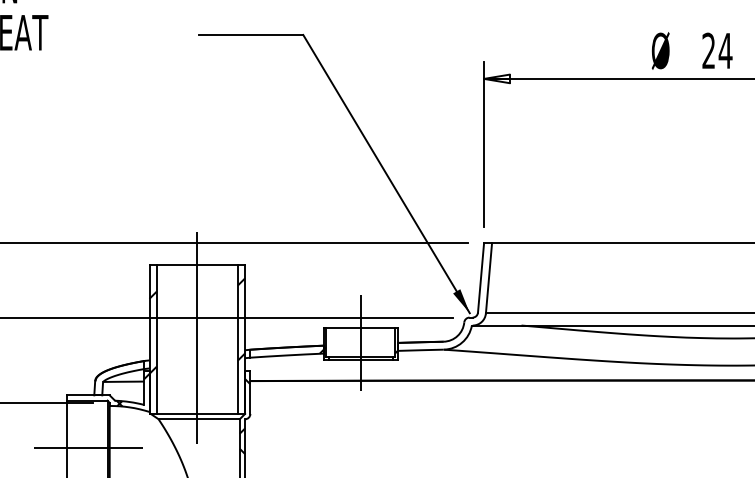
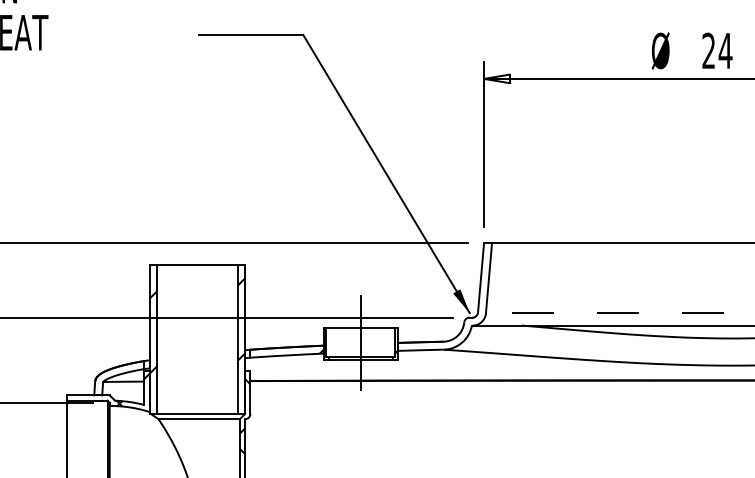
line at (619, 313): solid -> dashed
line at (197, 339): present -> none
line at (88, 448): present -> none
